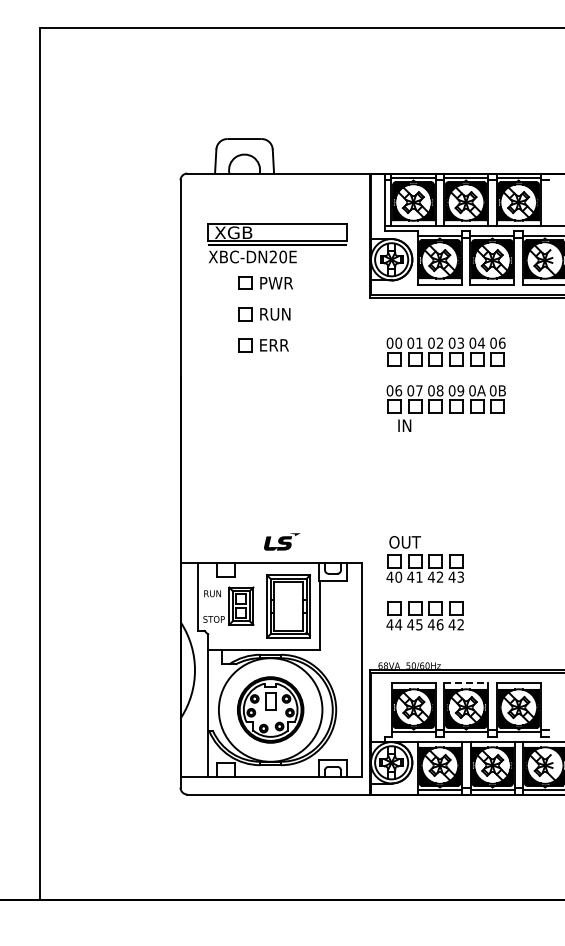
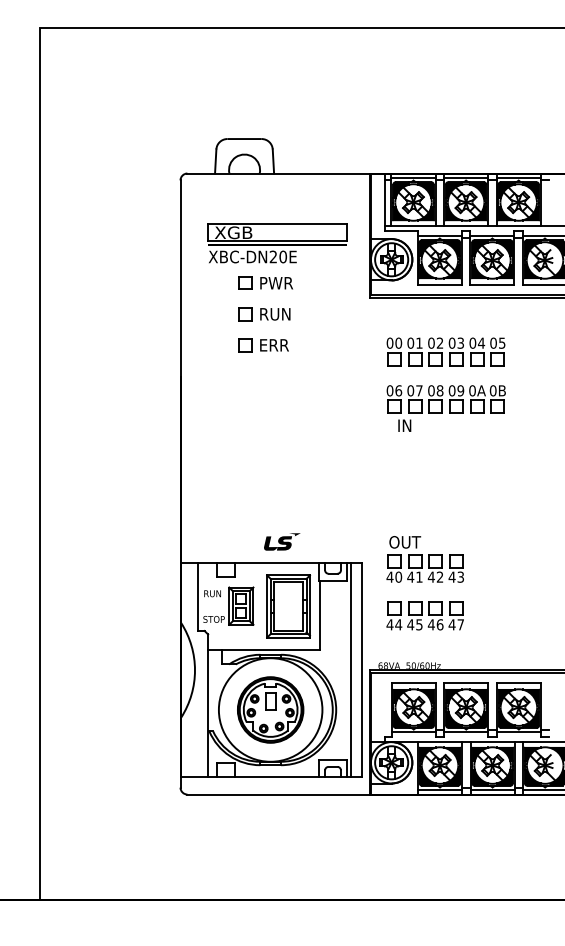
text at (502, 342): 06 -> 05
text at (460, 624): 42 -> 47
line at (350, 670): none -> present
line at (466, 683): dashed -> solid
